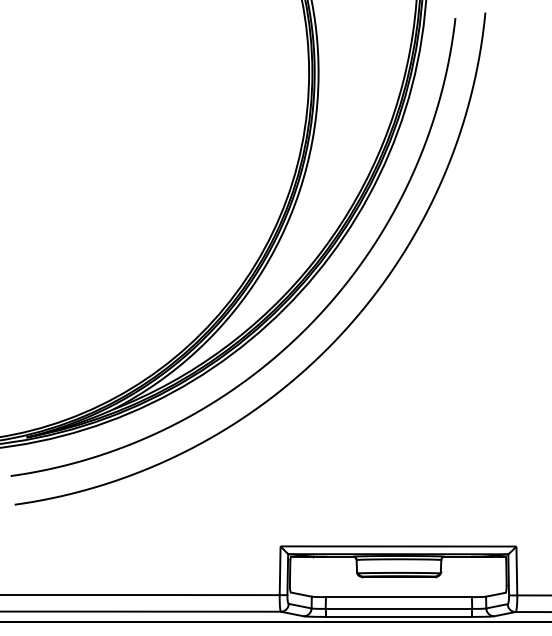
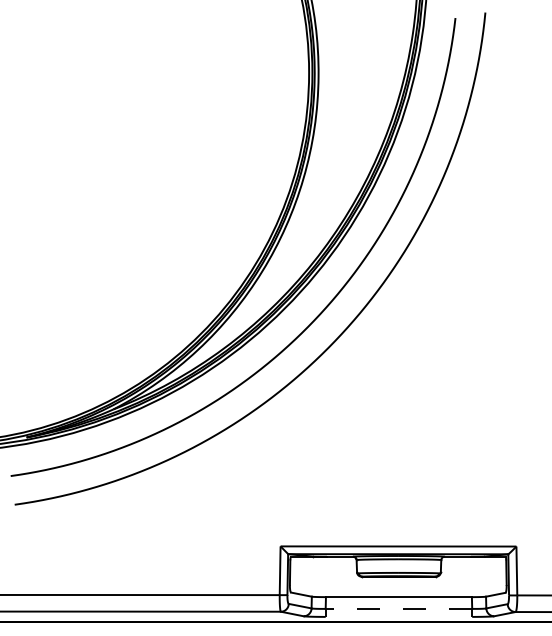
line at (398, 608): solid -> dashed
line at (398, 616): present -> none
